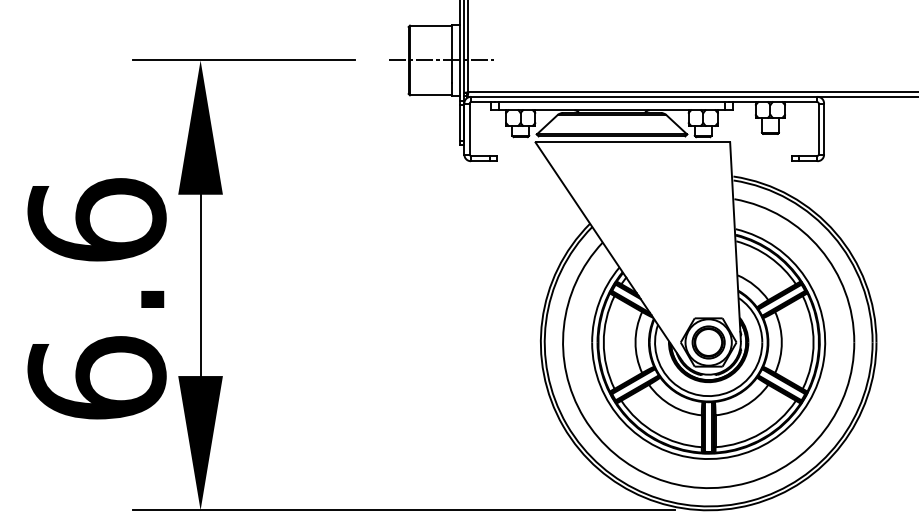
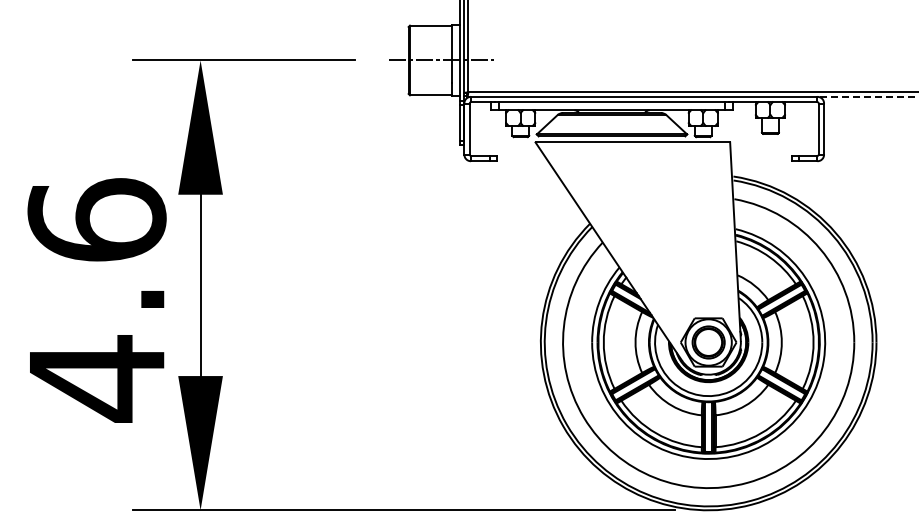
line at (867, 96): solid -> dashed
text at (96, 378): 6.6 -> 4.6
